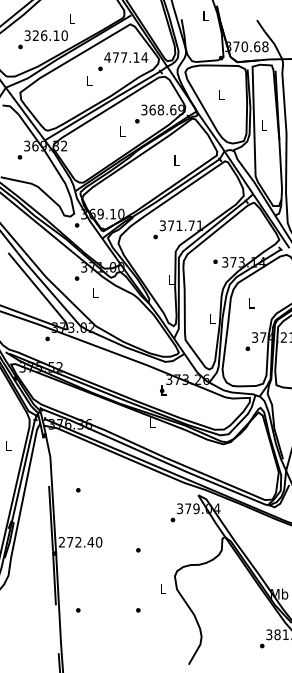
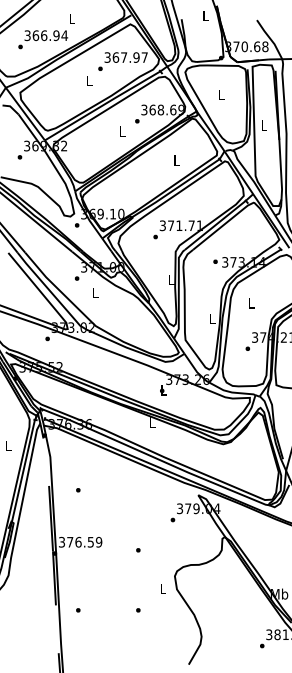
text at (50, 35): 326.10 -> 366.94
text at (126, 57): 477.14 -> 367.97
text at (80, 541): 272.40 -> 376.59
